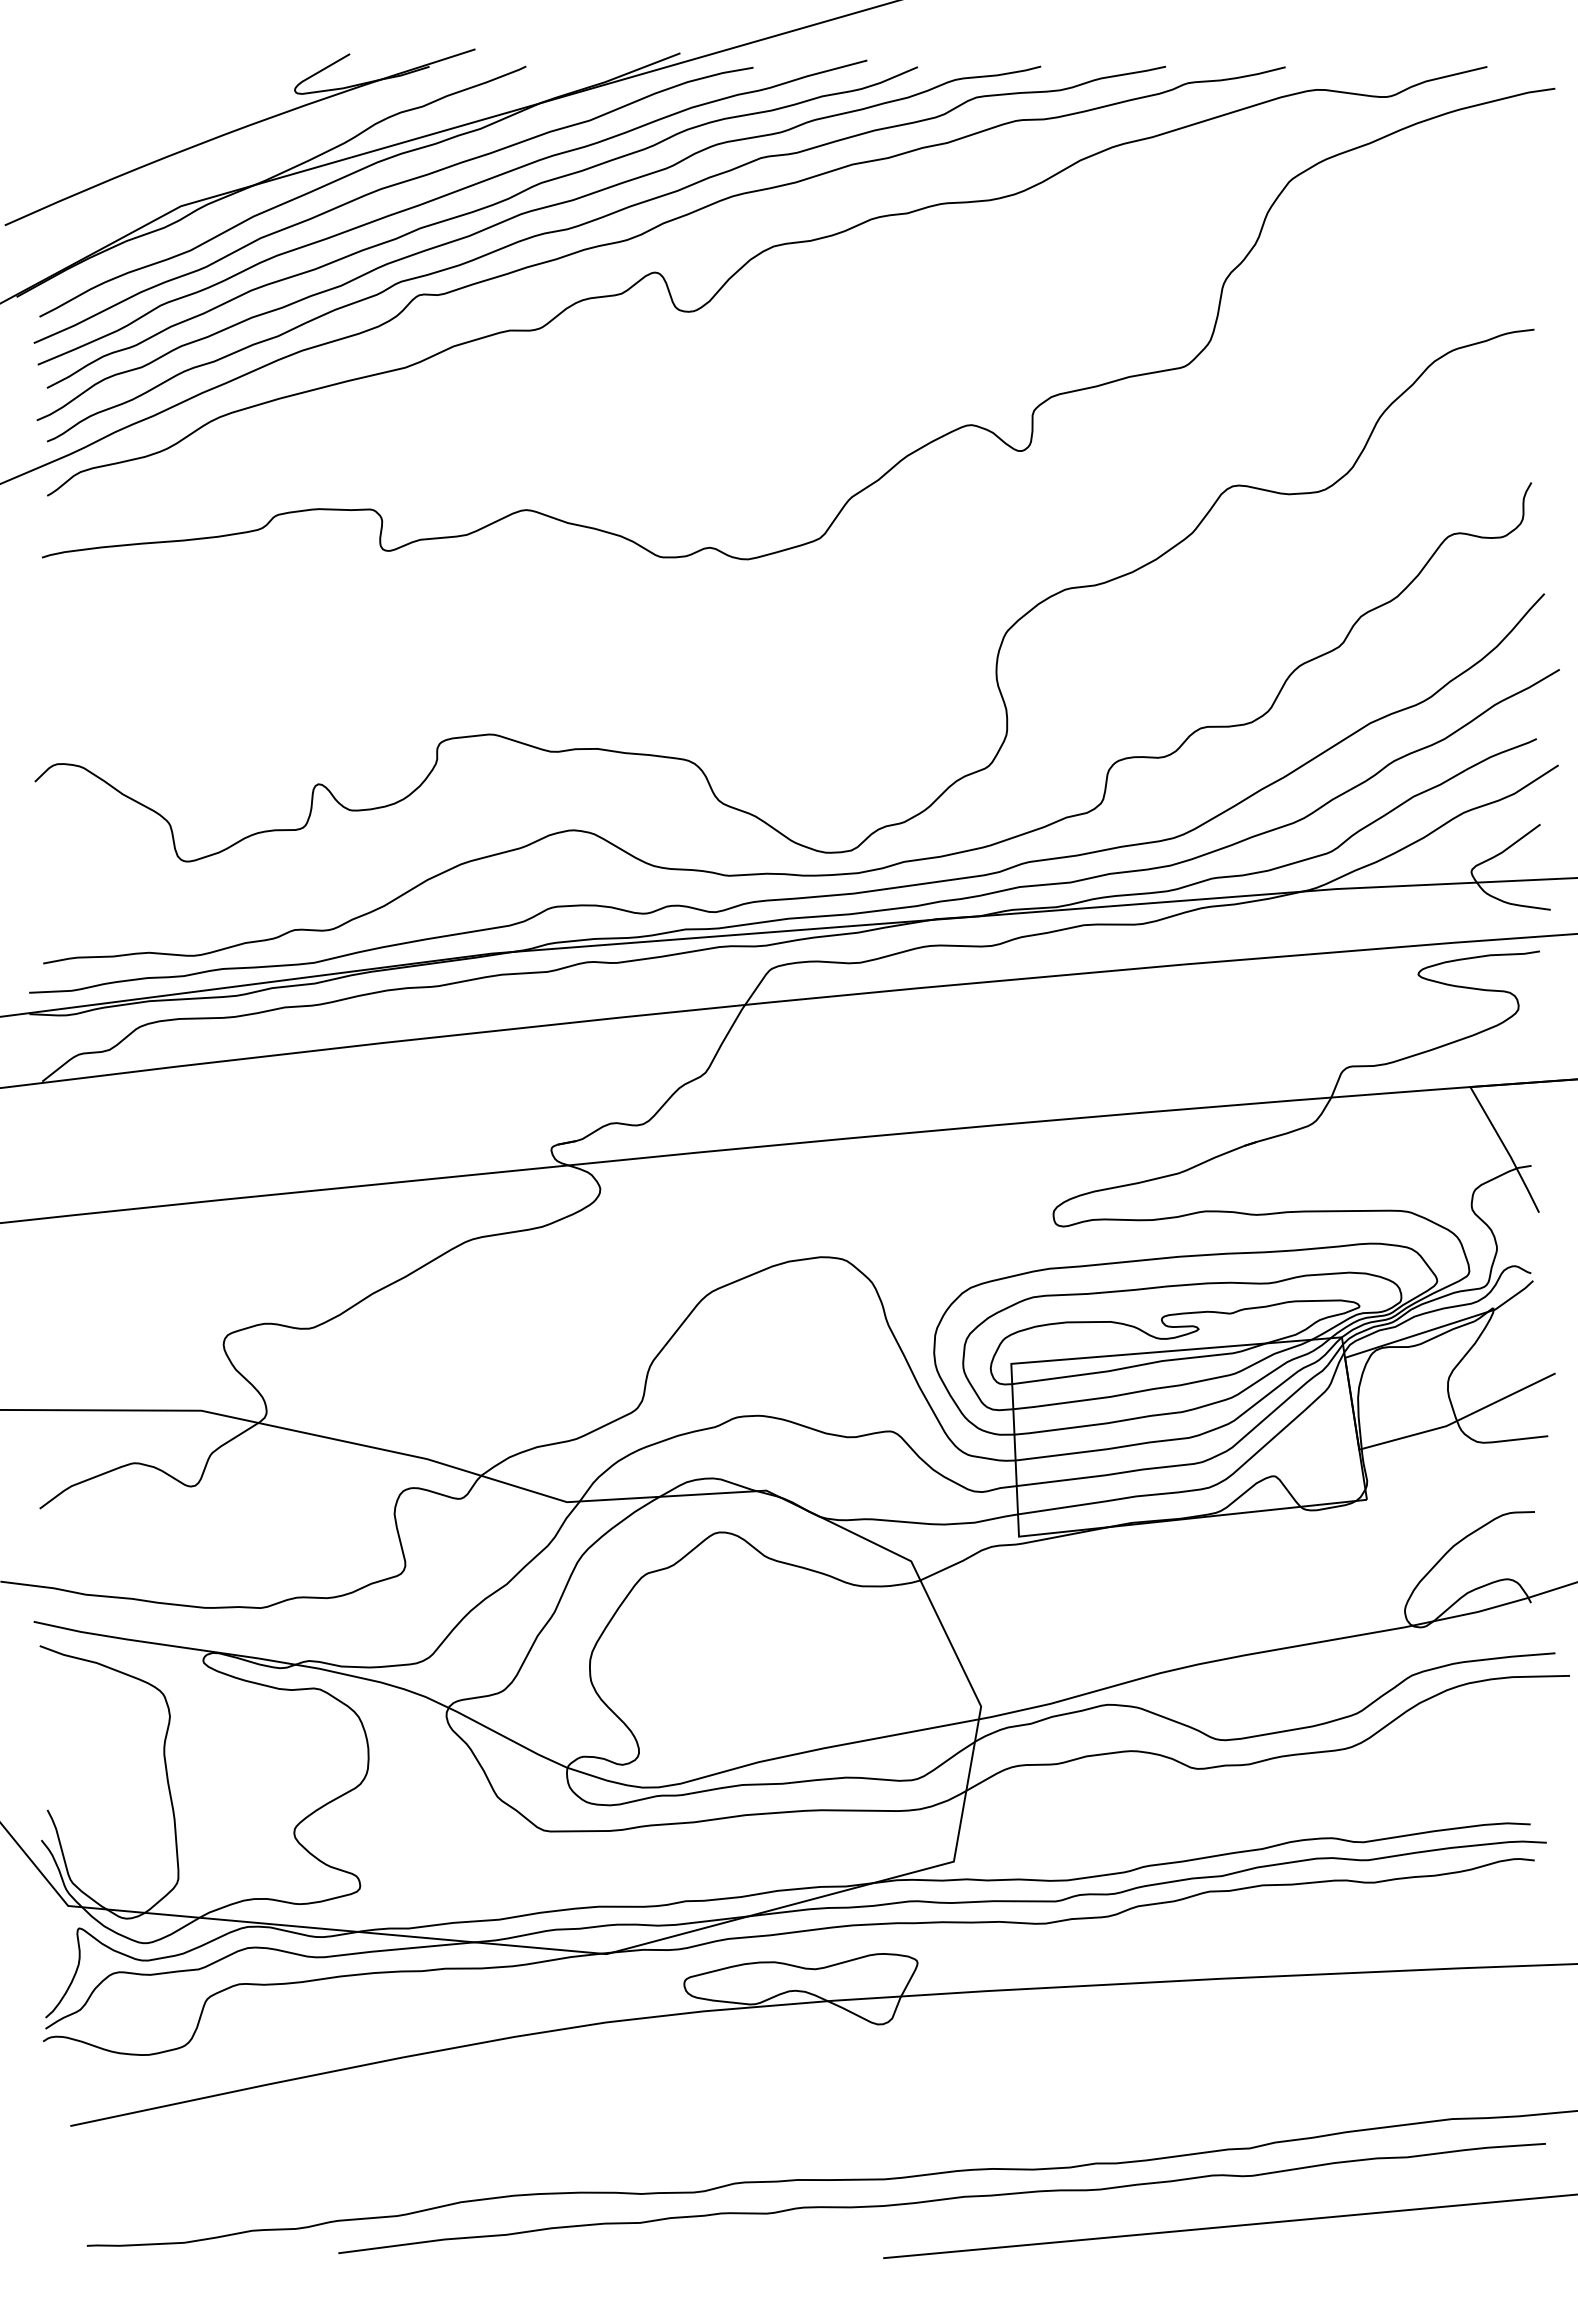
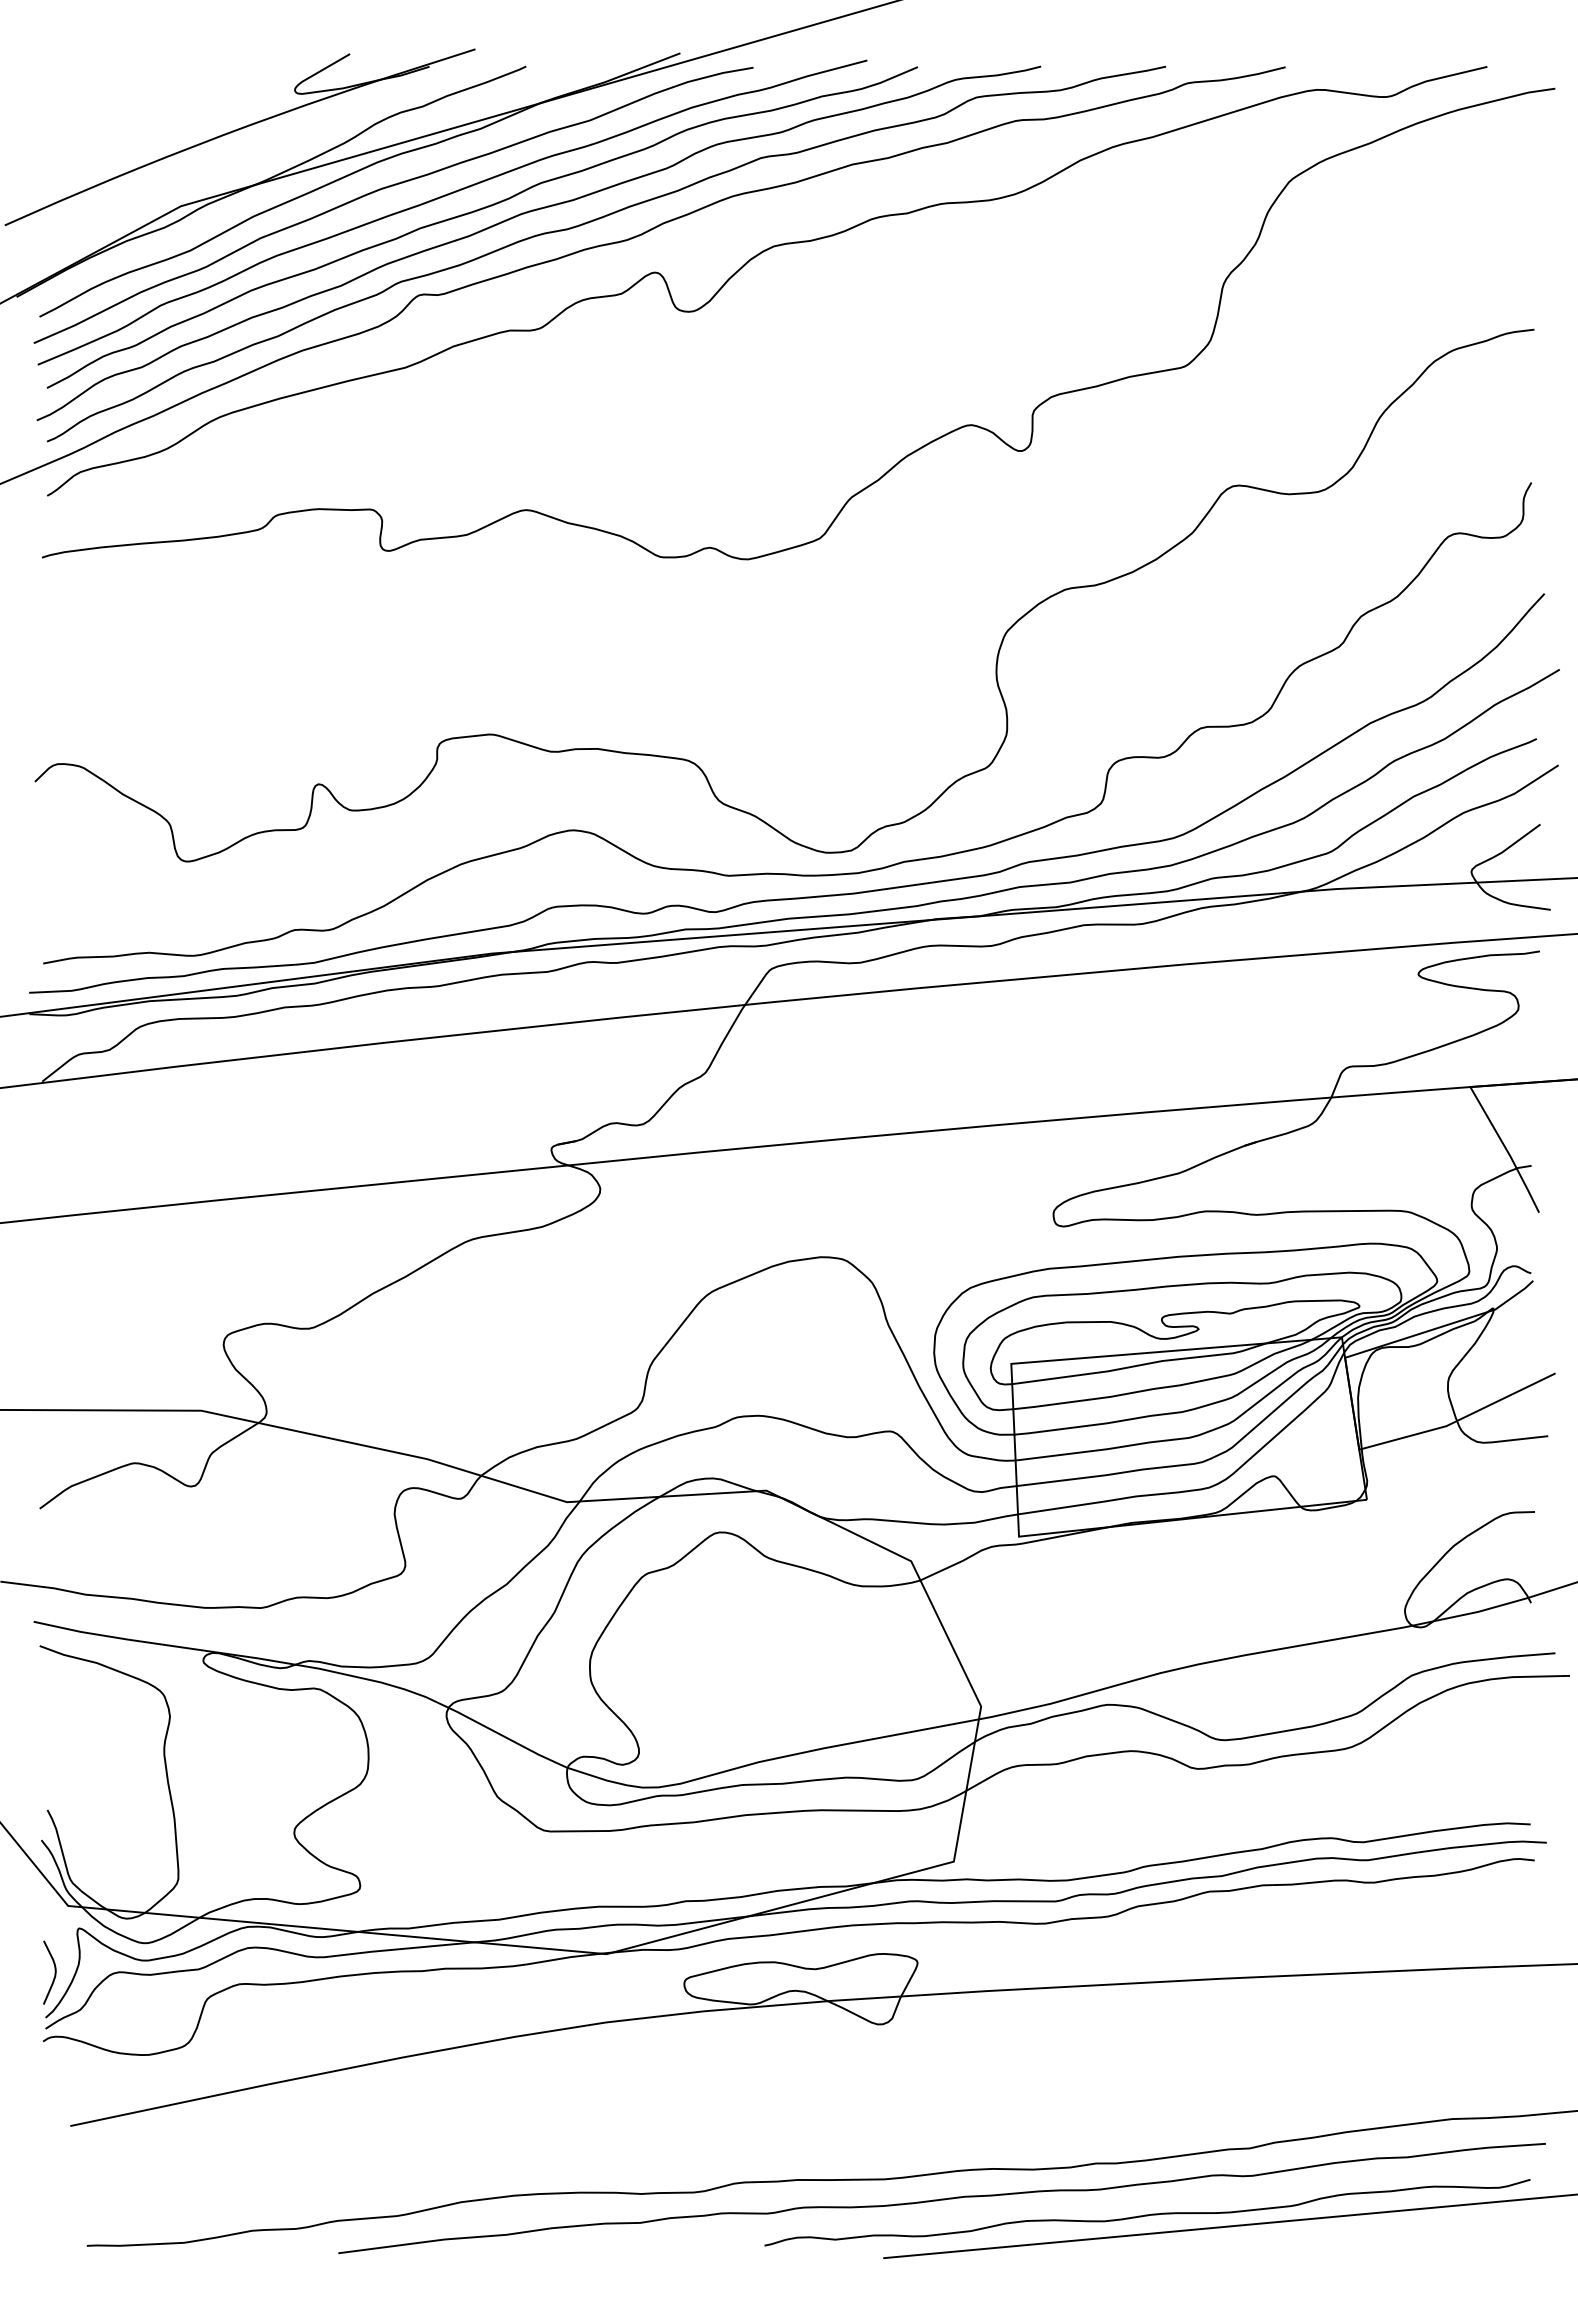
curve at (54, 1972): none -> present
curve at (1147, 2214): none -> present
